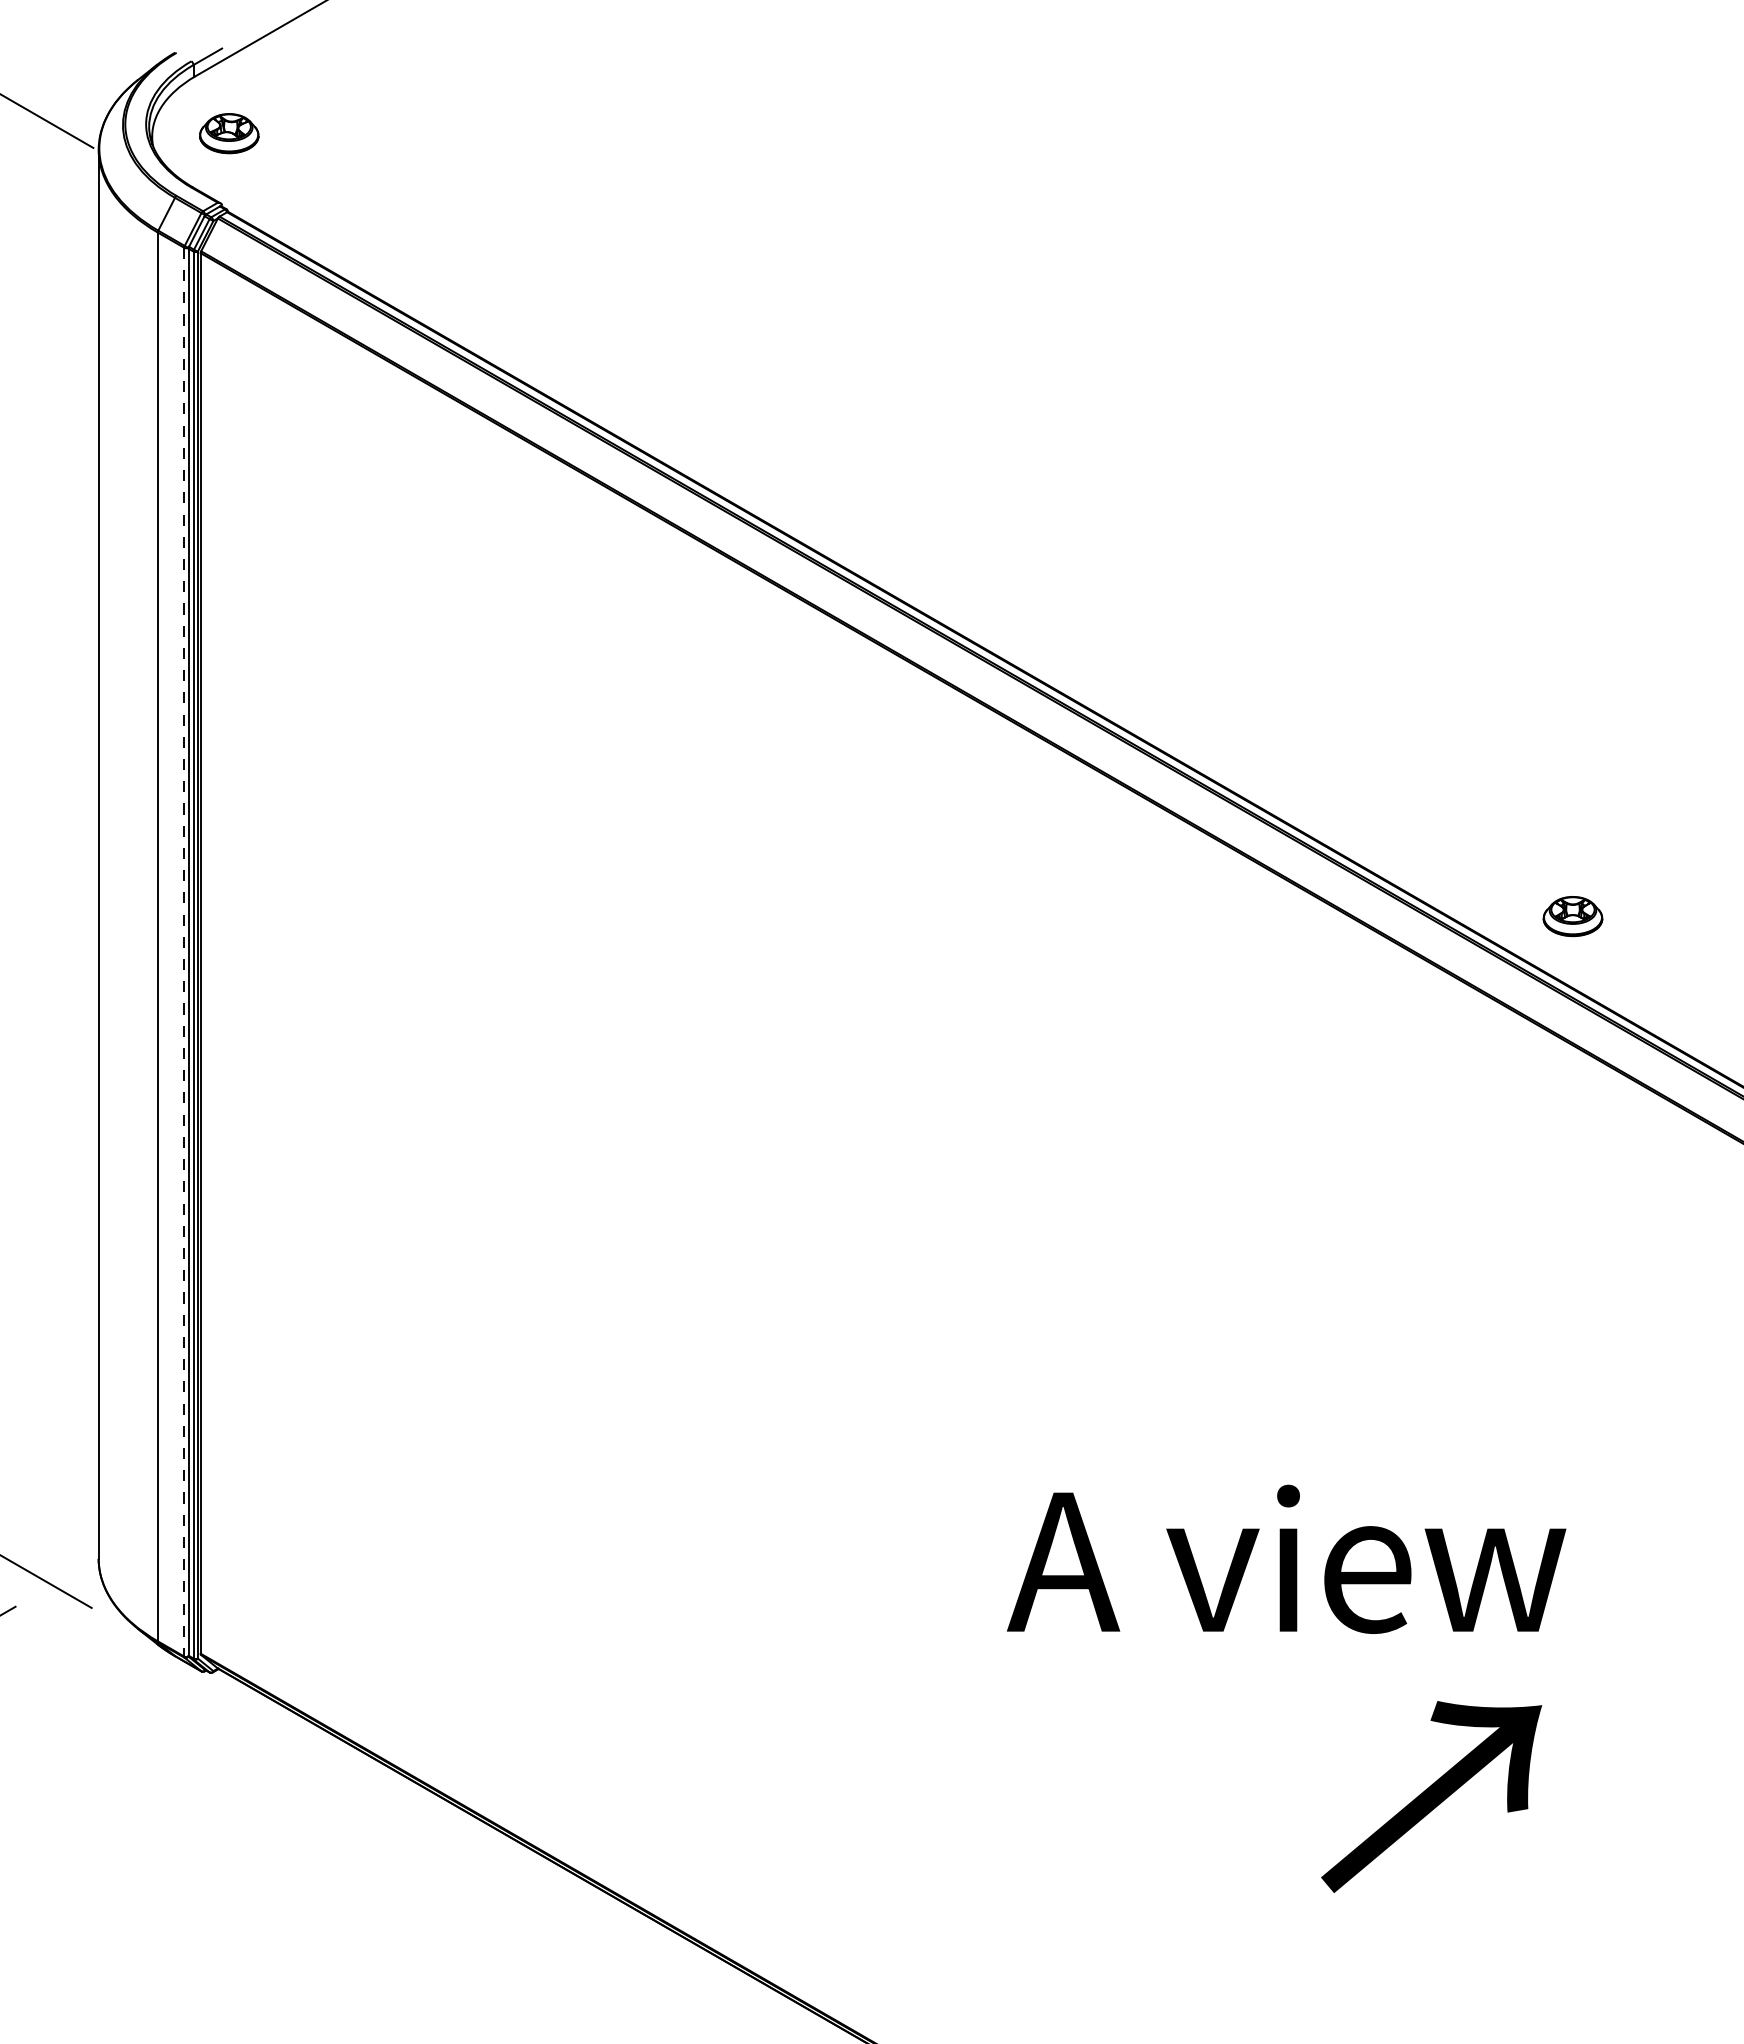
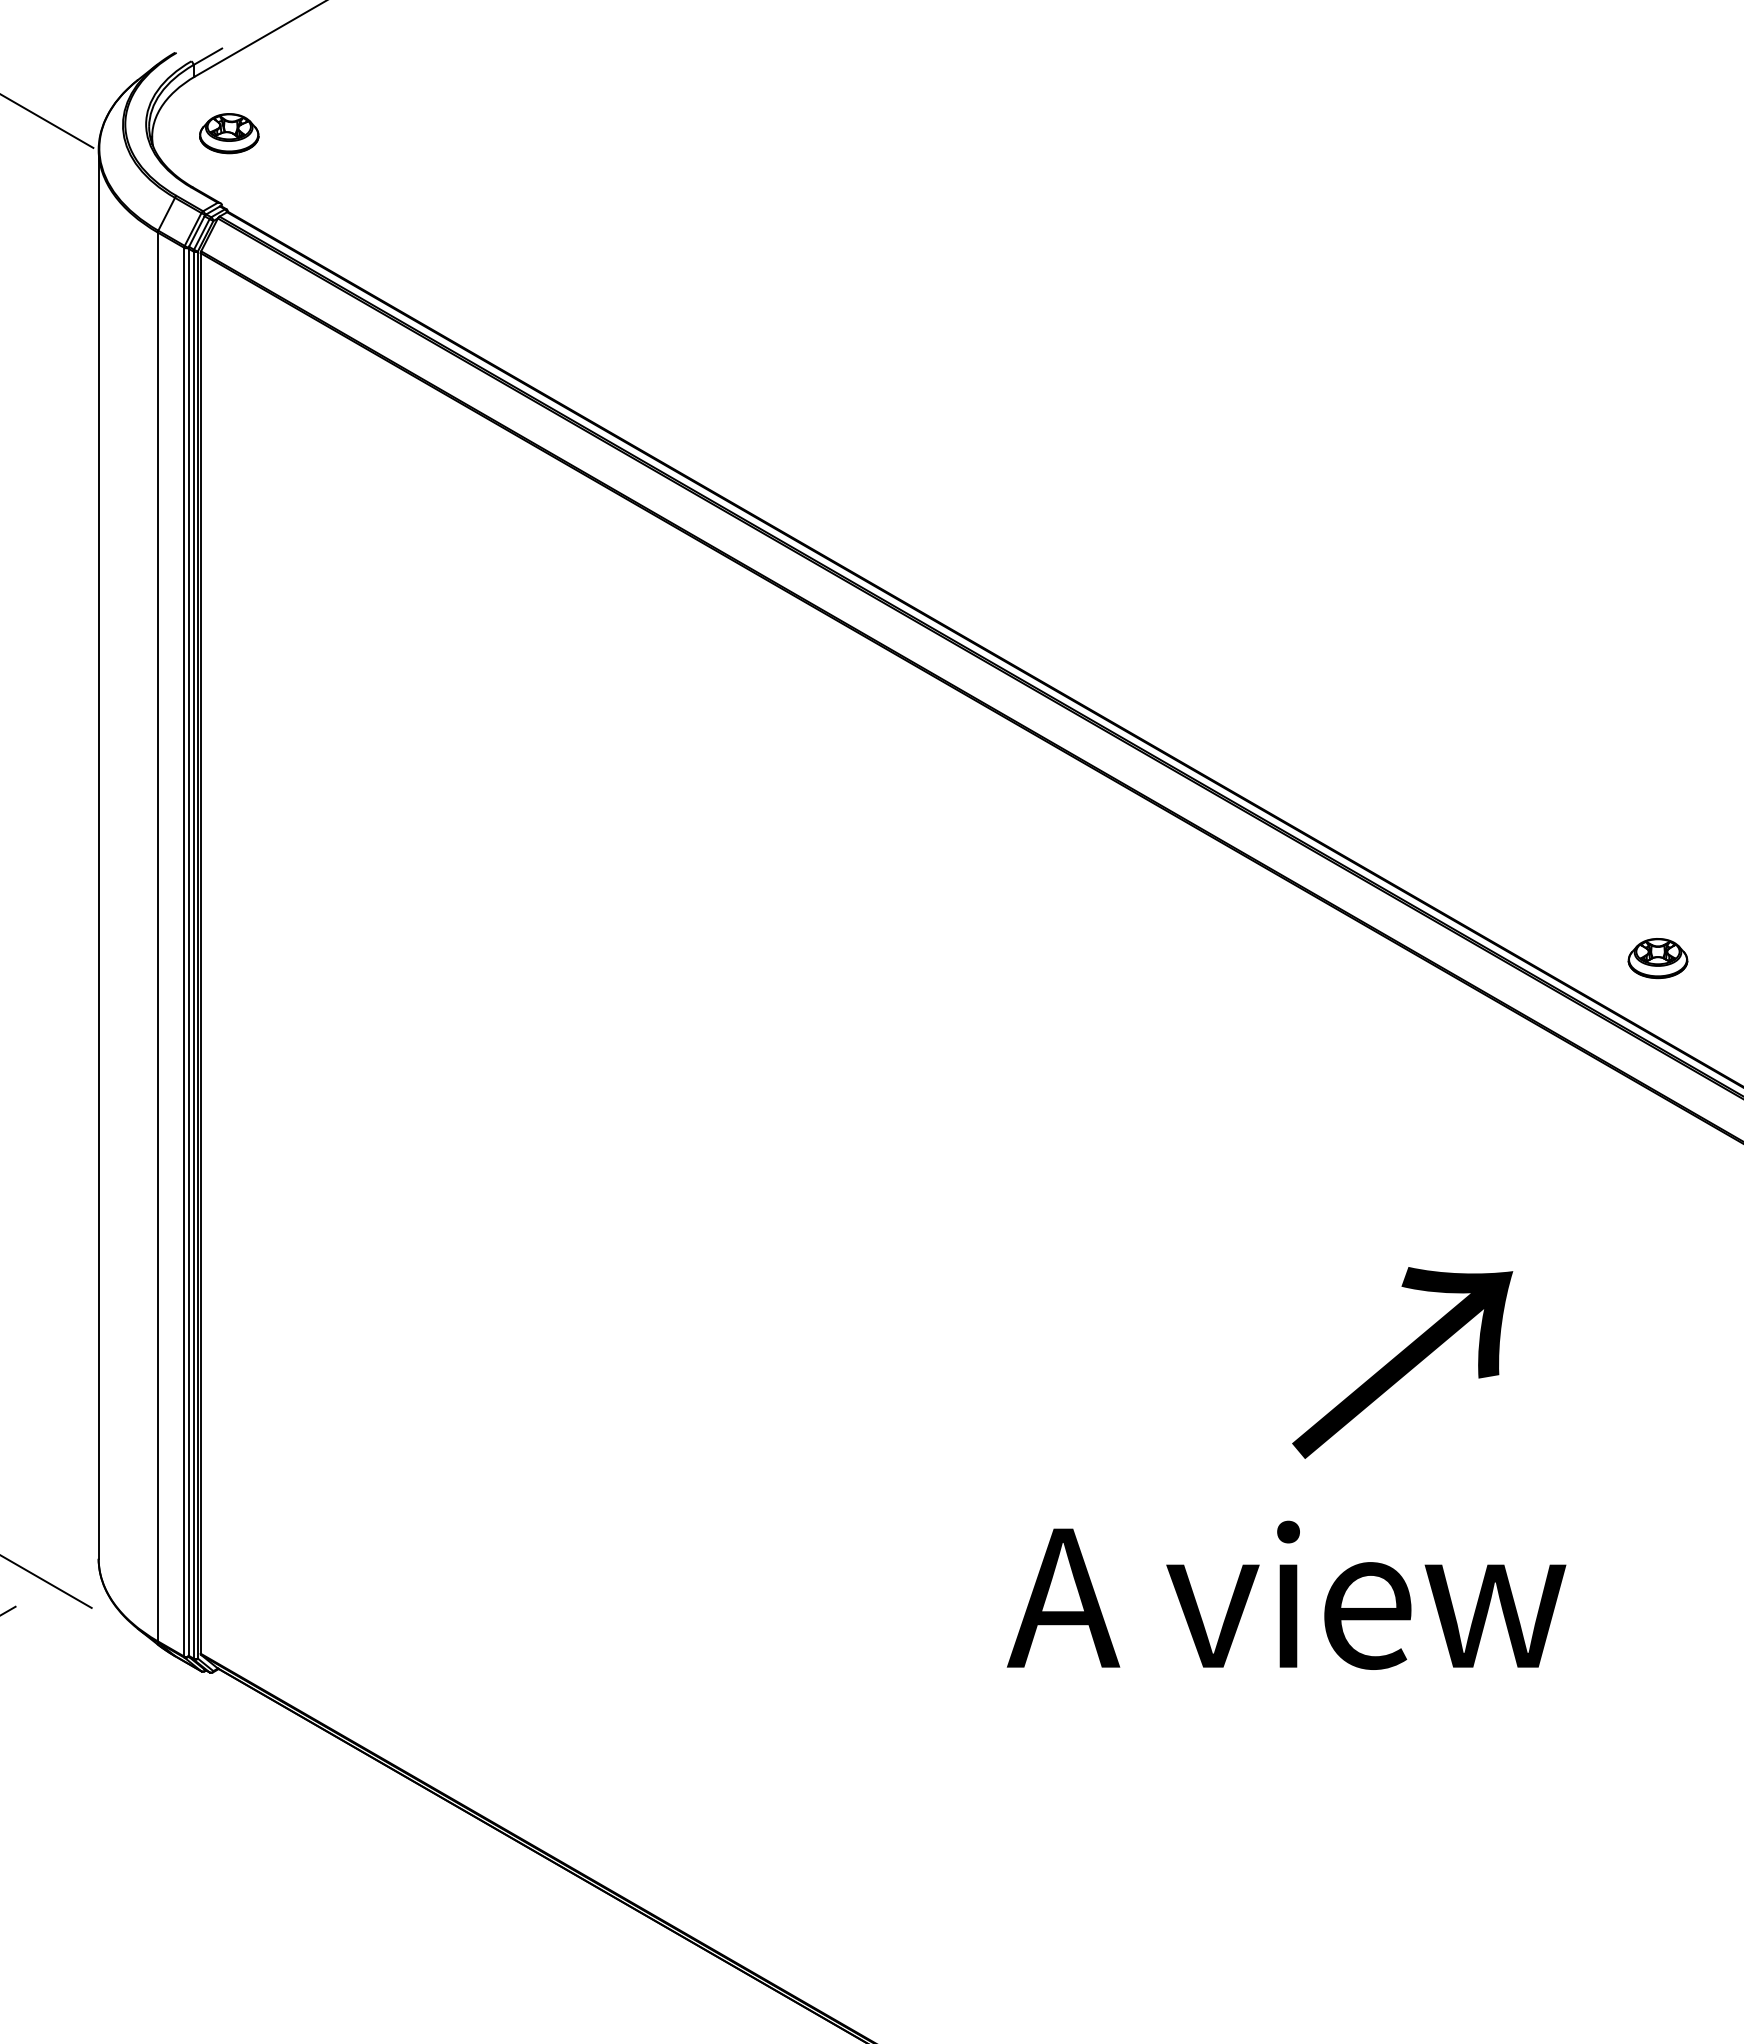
part at (1572, 916) position: (1572, 916) -> (1657, 958)
line at (184, 952): dashed -> solid
text at (1286, 1558) position: (1286, 1558) -> (1286, 1594)
text at (1431, 1796) position: (1431, 1796) -> (1402, 1362)
